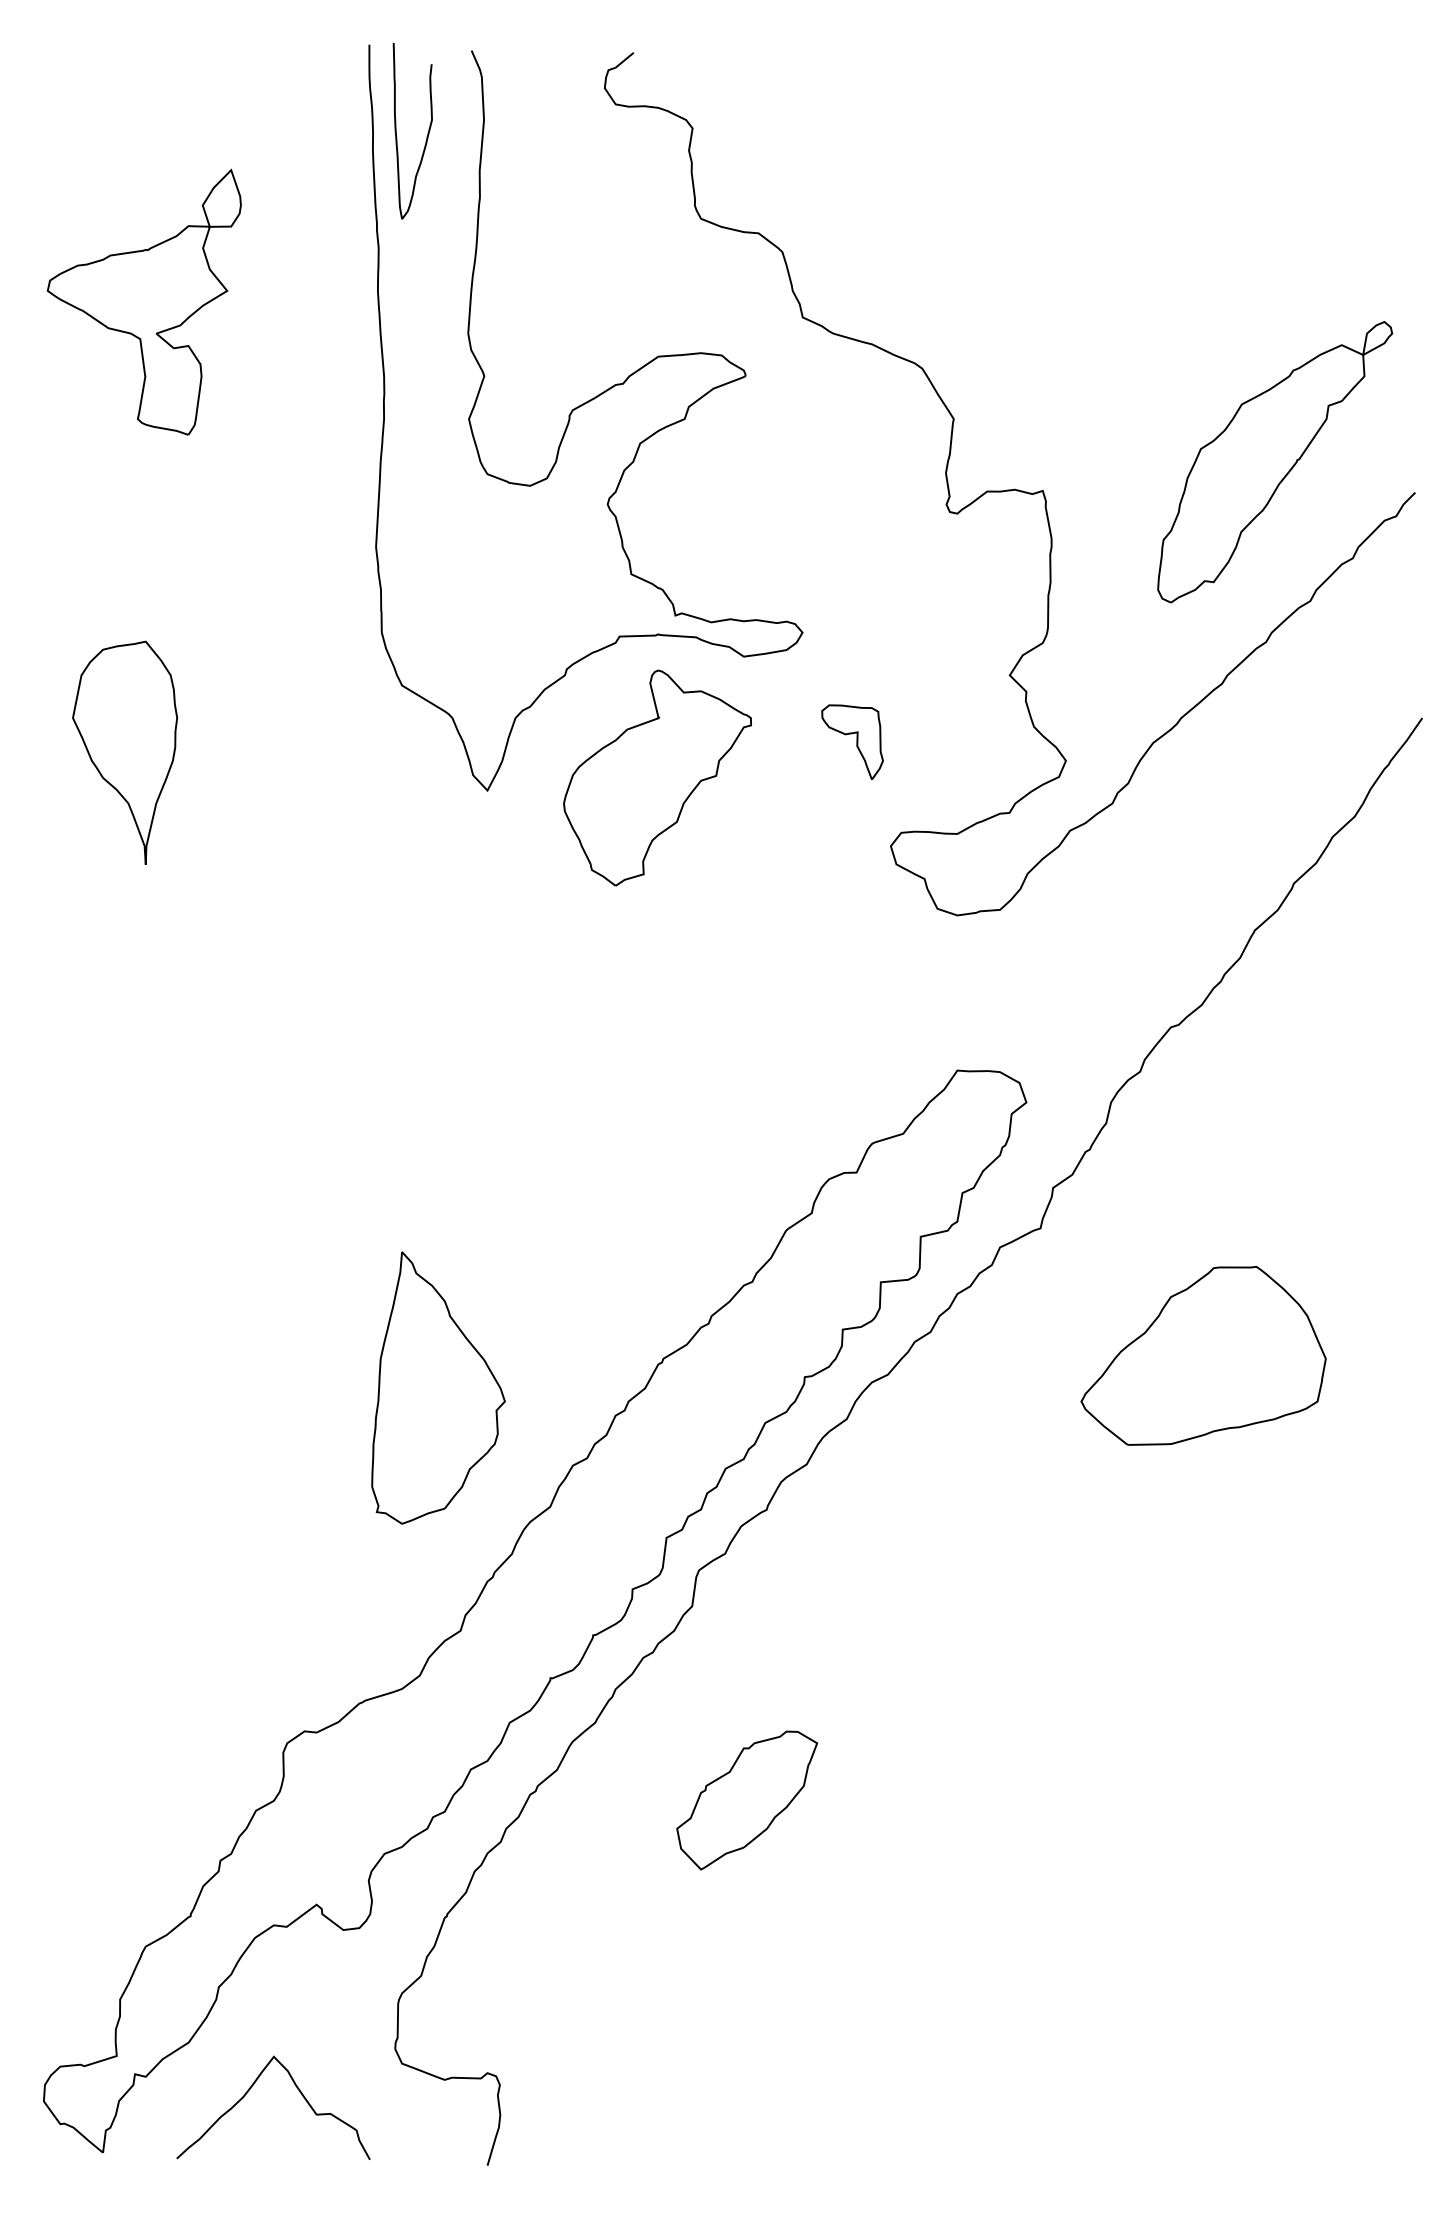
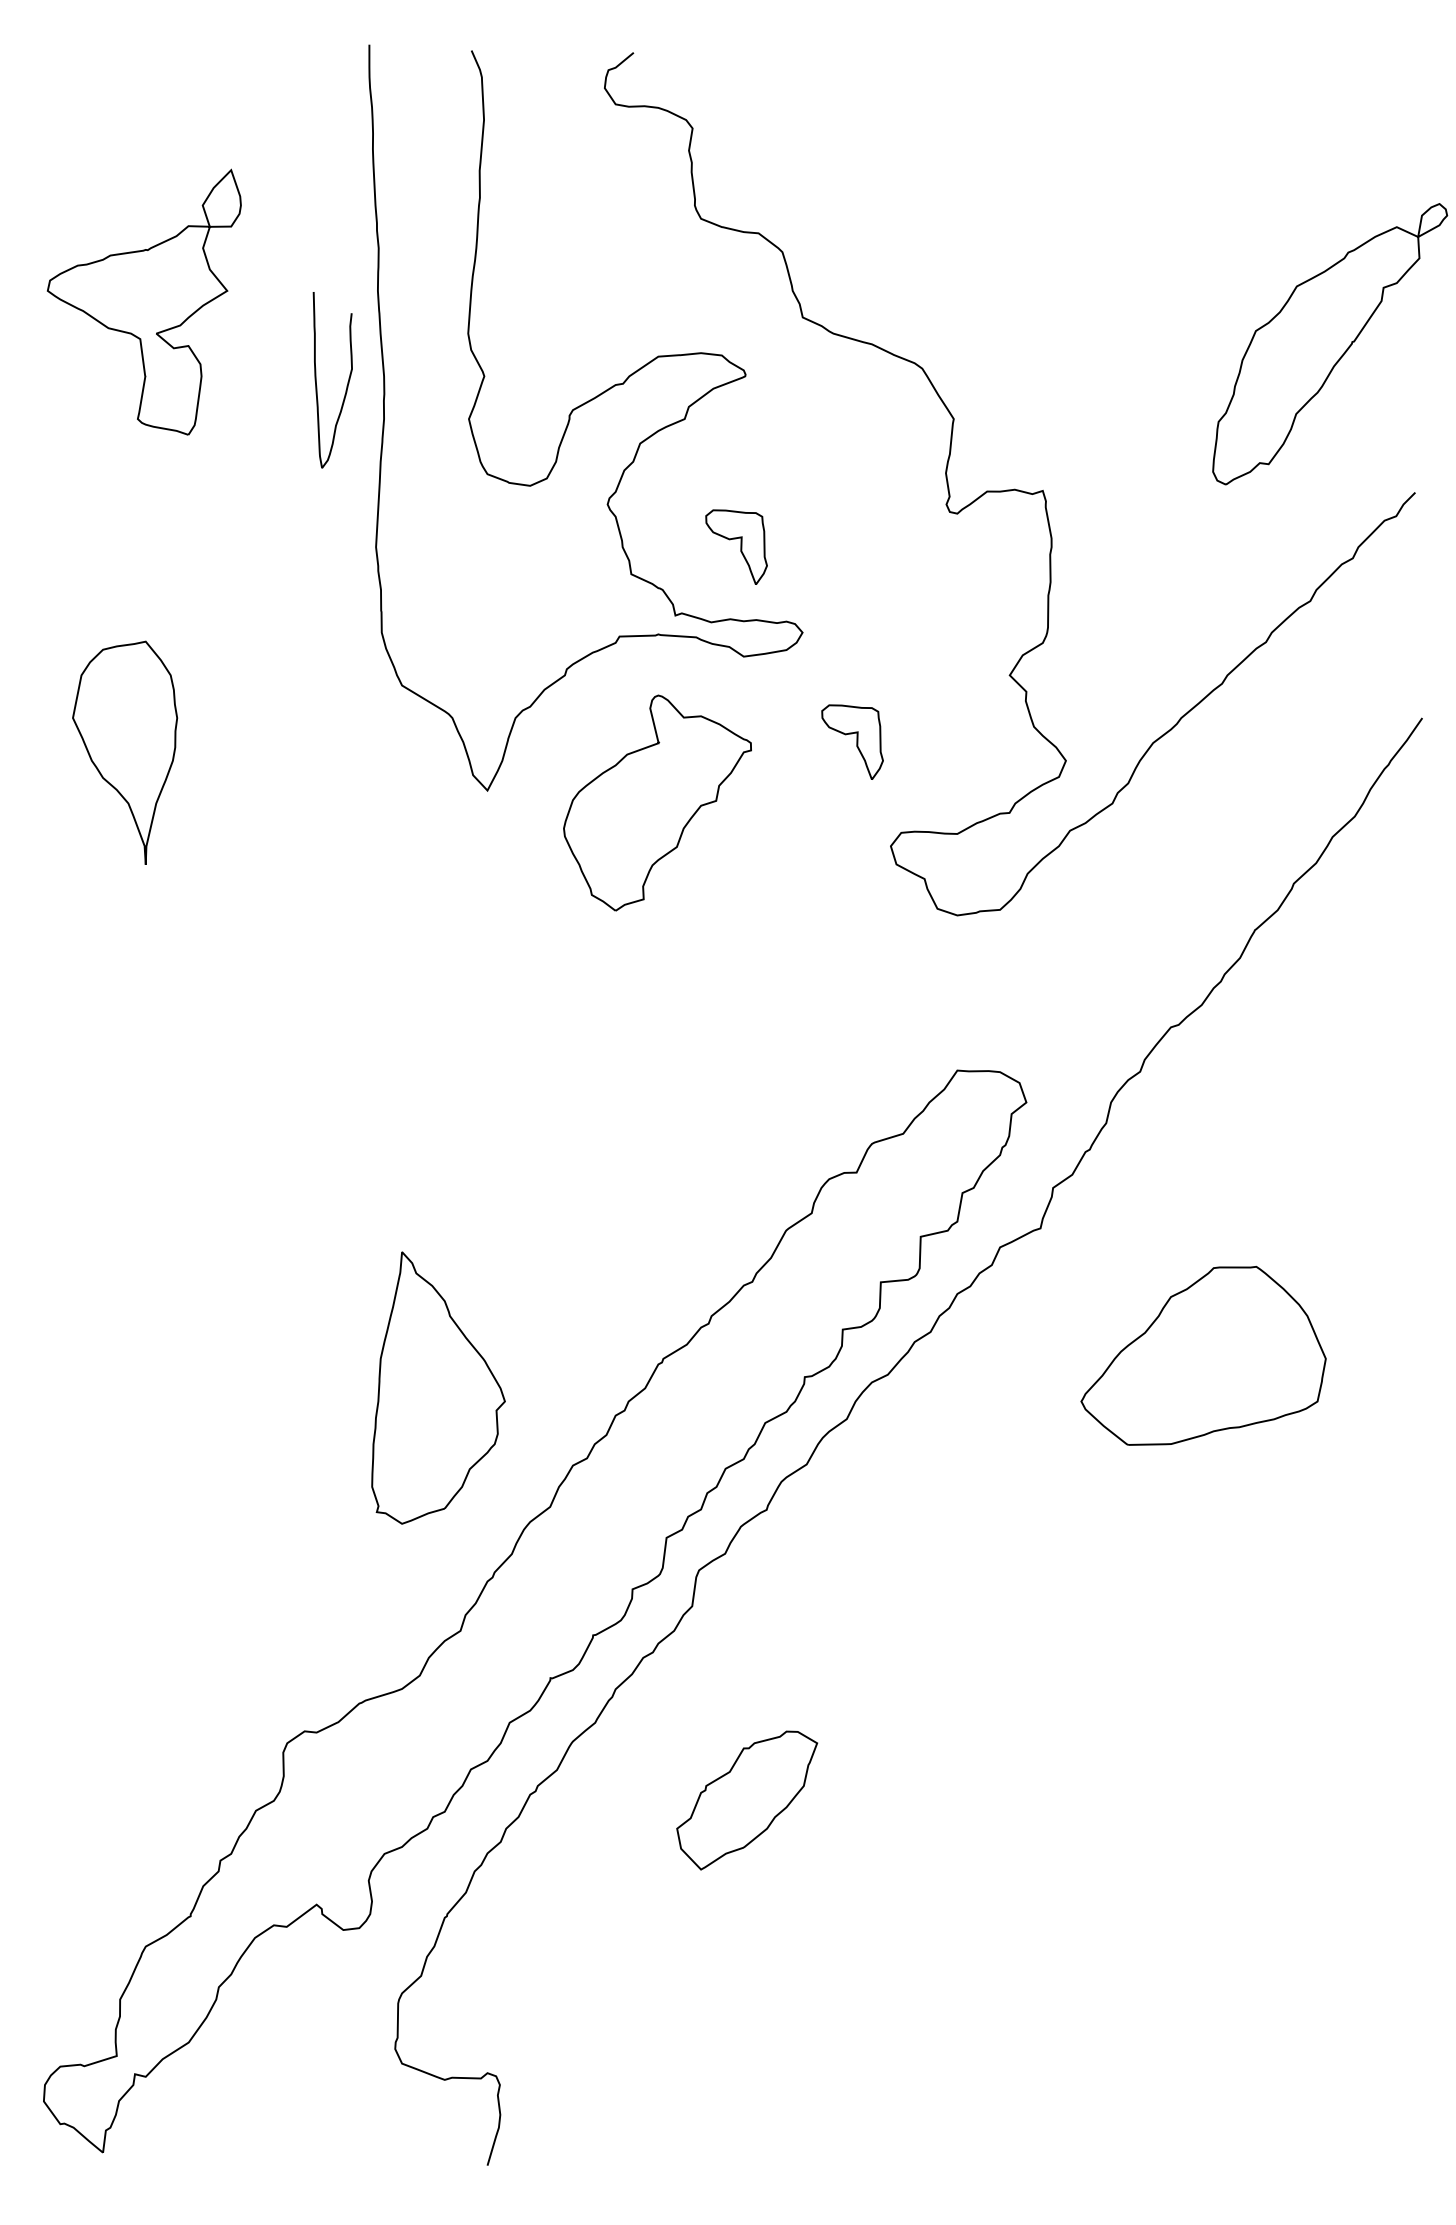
curve at (426, 136) position: (426, 136) -> (346, 385)
part at (1275, 462) position: (1275, 462) -> (1330, 344)
part at (736, 546): none -> present
part at (657, 777) position: (657, 777) -> (657, 802)
curve at (251, 2088): present -> none
